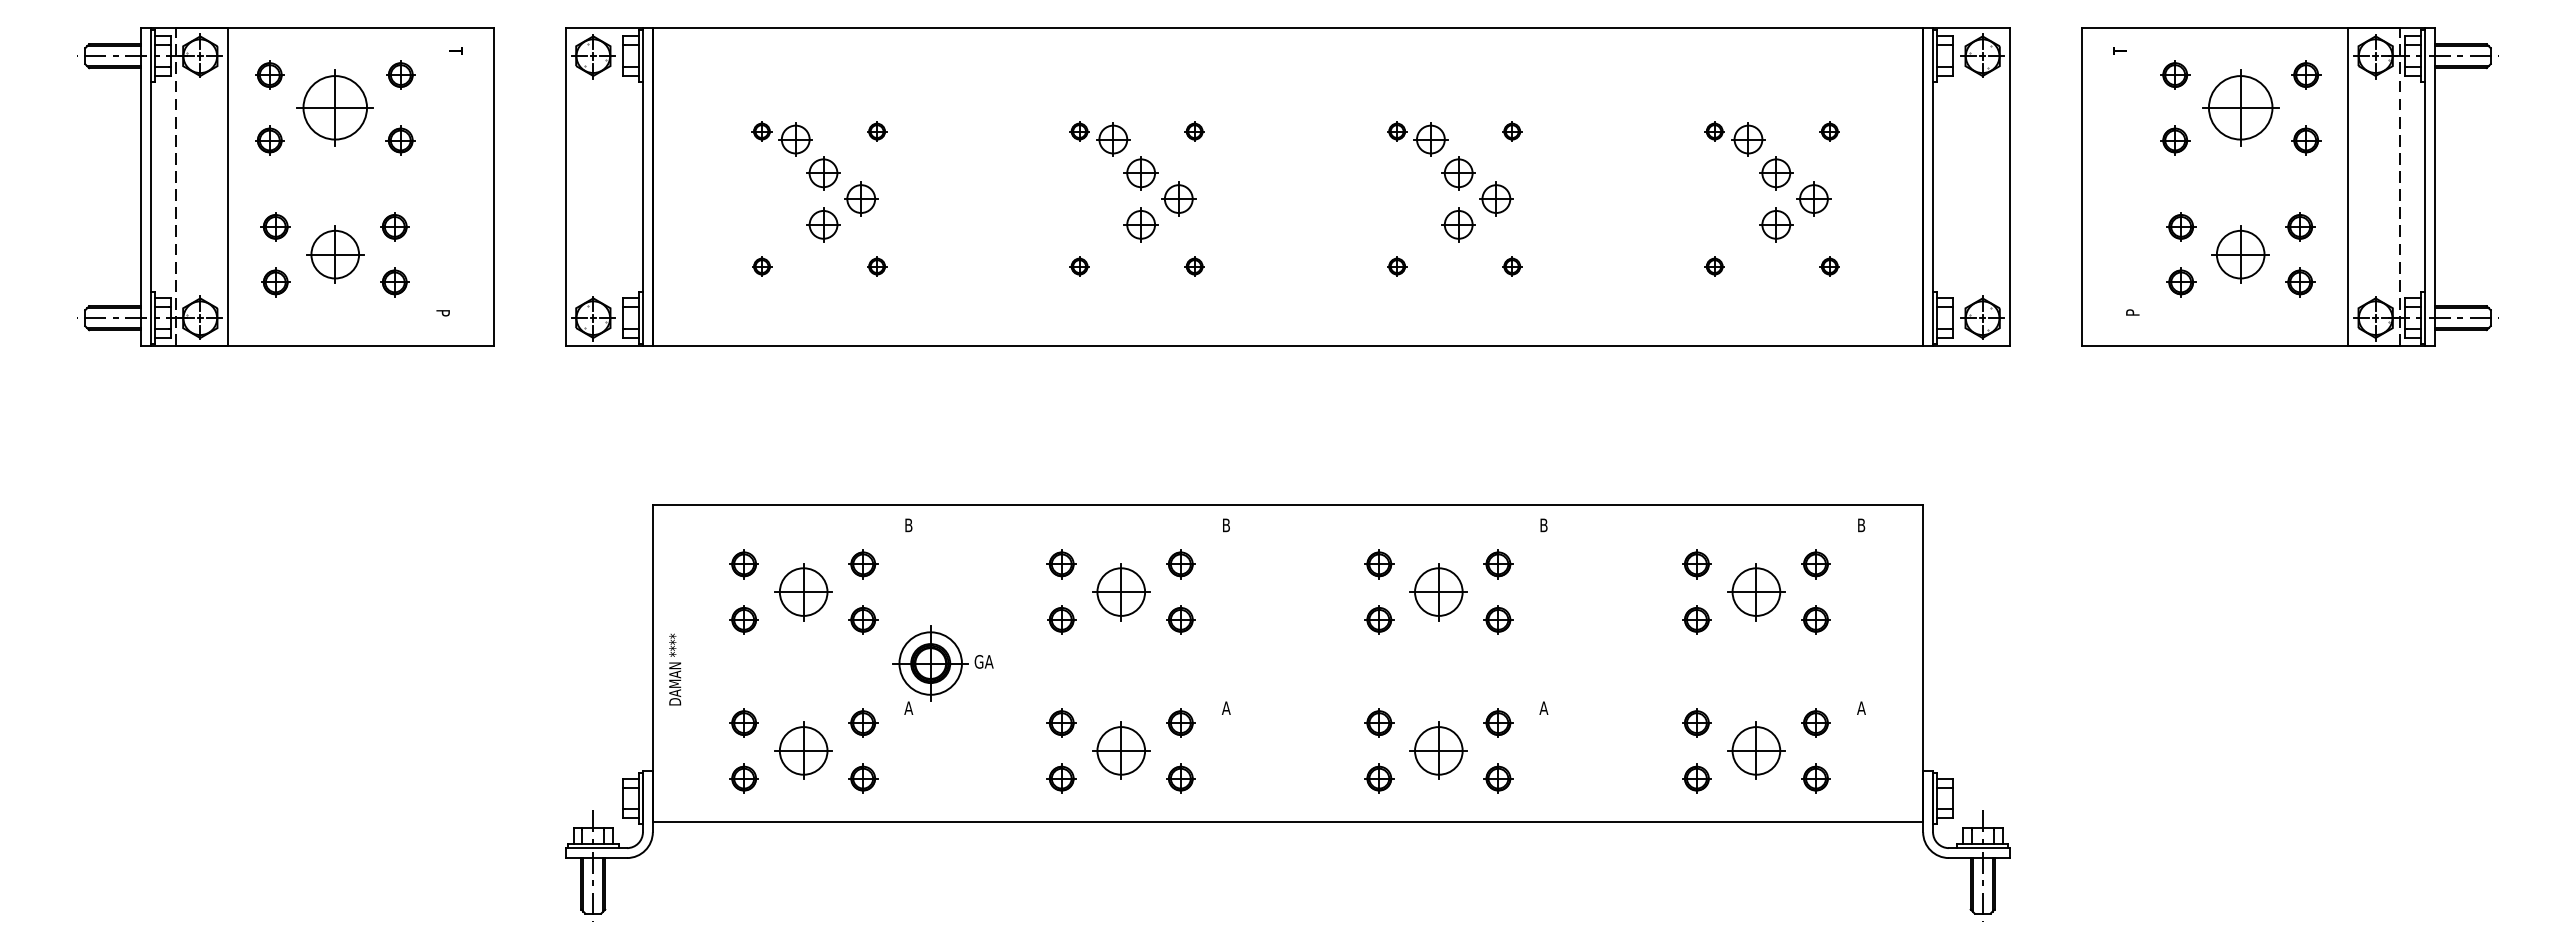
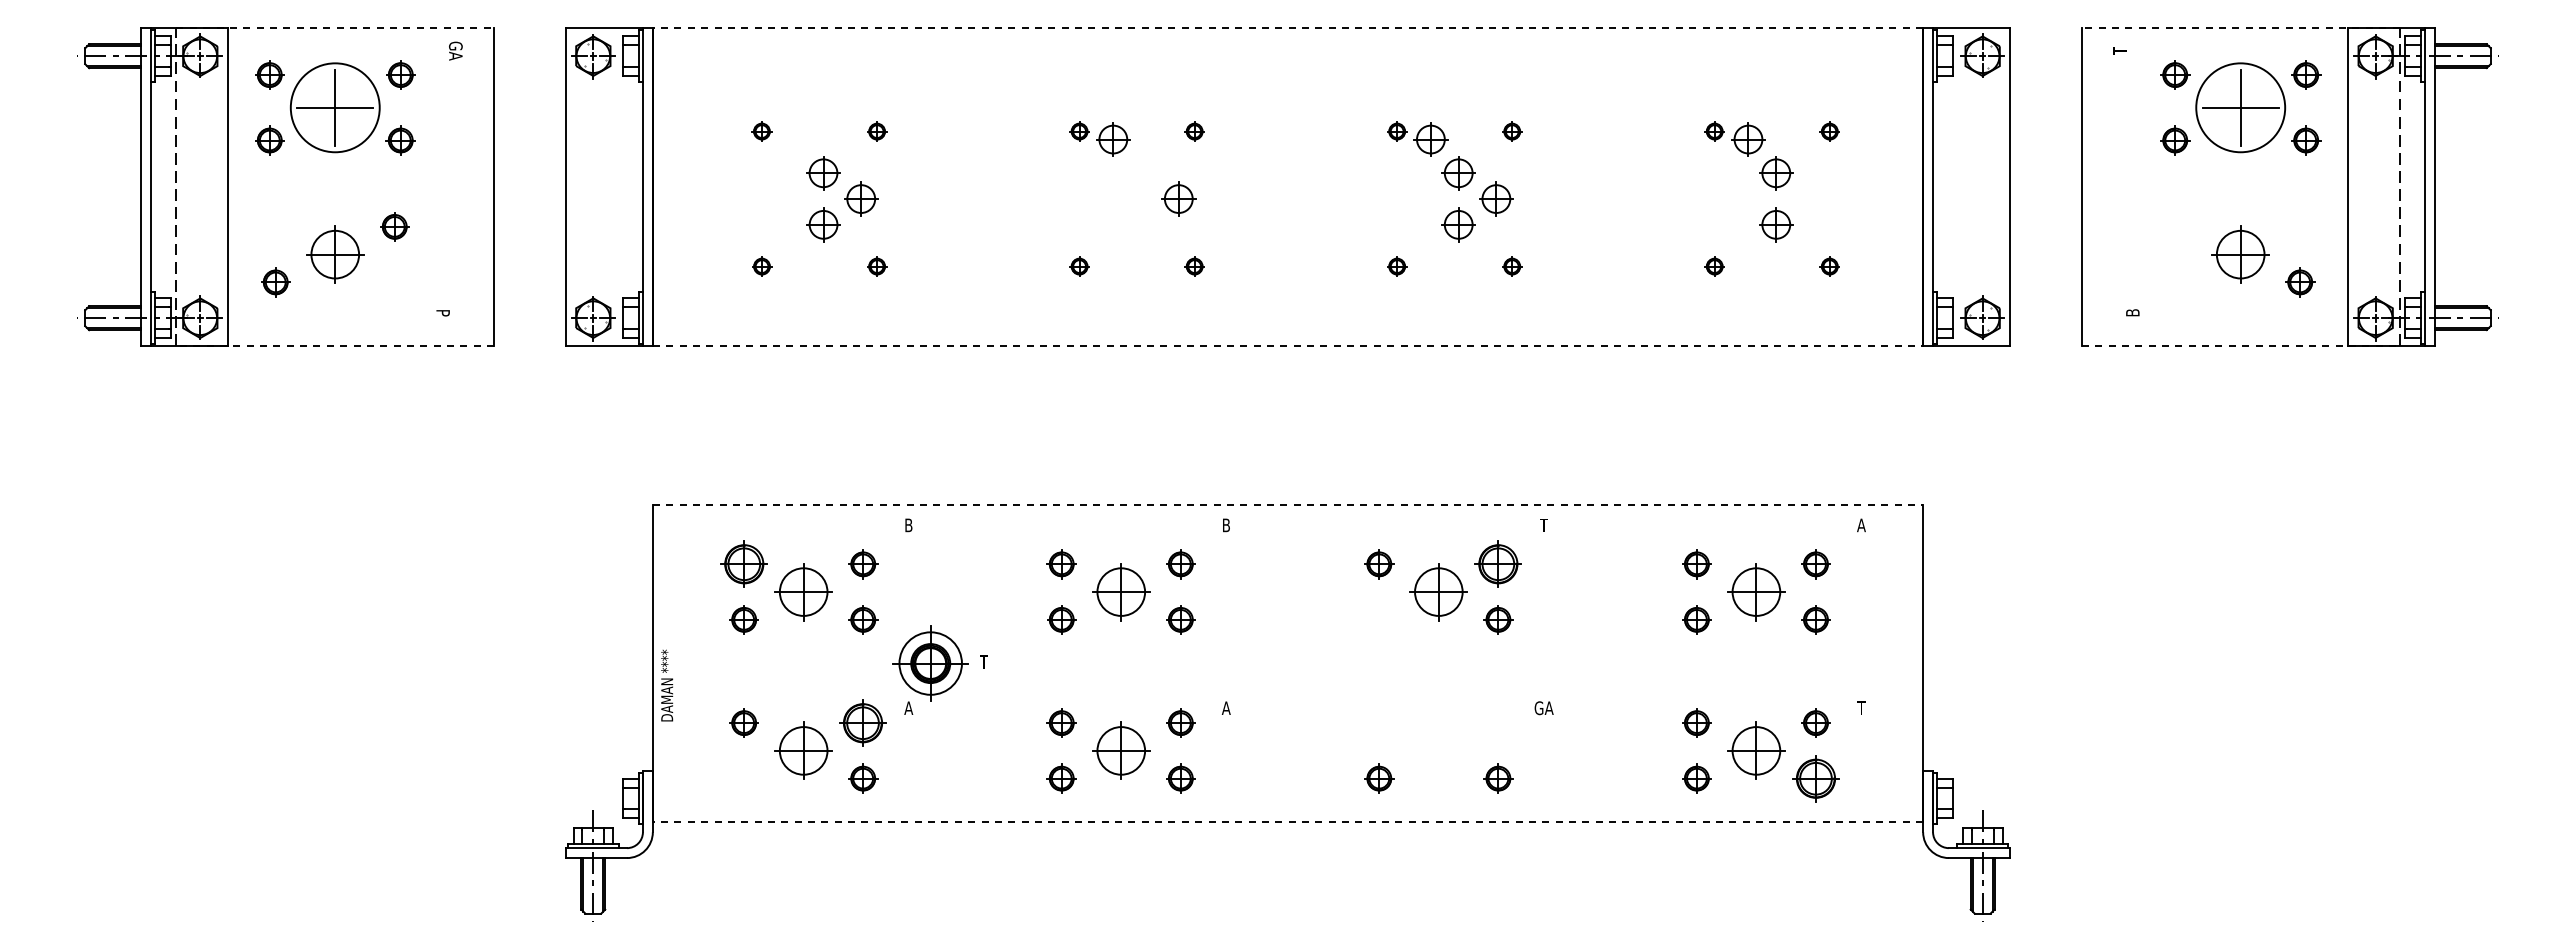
line at (335, 28): solid -> dashed
line at (1287, 28): solid -> dashed
line at (2240, 28): solid -> dashed
text at (455, 50): T -> GA
circle at (335, 107) diameter: 64 px -> 89 px
circle at (2240, 107) diameter: 64 px -> 89 px
part at (795, 139): present -> none
part at (1140, 173): present -> none
part at (1813, 198): present -> none
part at (1140, 224): present -> none
part at (275, 226): present -> none
part at (2181, 226): present -> none
part at (2300, 226): present -> none
part at (394, 282): present -> none
part at (2181, 282): present -> none
text at (2132, 312): P -> B
line at (335, 346): solid -> dashed
line at (1288, 346): solid -> dashed
line at (2240, 346): solid -> dashed
line at (1288, 504): solid -> dashed
text at (1543, 525): B -> T
text at (1861, 525): B -> A
part at (743, 564) size: 30x31 px -> 48x48 px
part at (1498, 564) size: 31x31 px -> 48x48 px
part at (1379, 619): present -> none
text at (983, 661): GA -> T
text at (675, 669) position: (675, 669) -> (667, 685)
text at (1861, 707): A -> T
text at (1543, 708): A -> GA
part at (863, 722) size: 31x30 px -> 48x48 px
part at (1379, 722): present -> none
part at (1498, 722): present -> none
part at (1438, 750): present -> none
part at (743, 778): present -> none
part at (1815, 778) size: 30x31 px -> 48x48 px
line at (1287, 822): solid -> dashed
